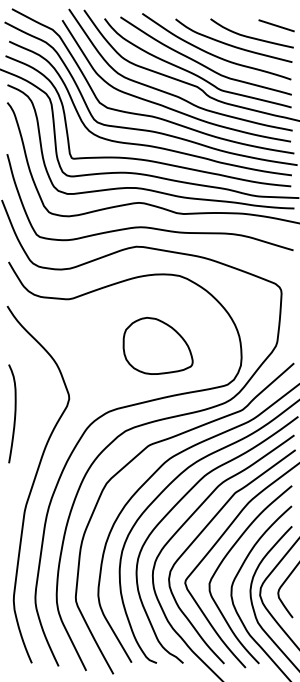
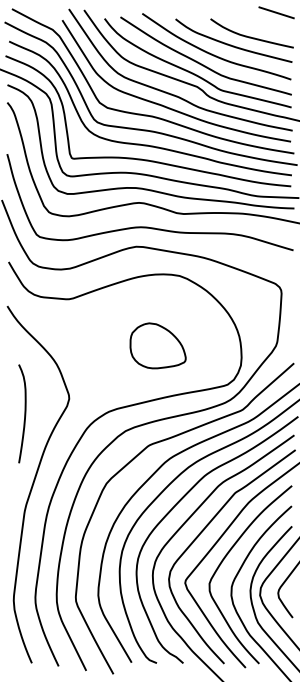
line at (276, 25) position: (276, 25) -> (276, 12)
part at (157, 345) size: 72x59 px -> 58x48 px
curve at (14, 413) position: (14, 413) -> (24, 413)
